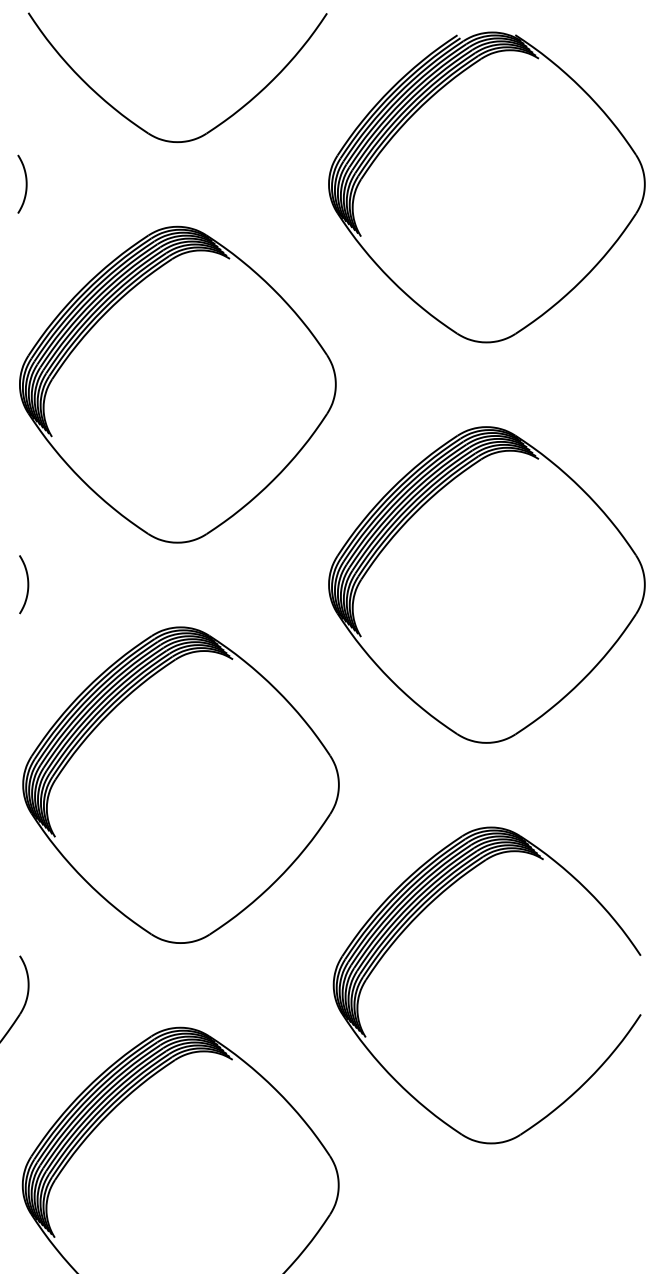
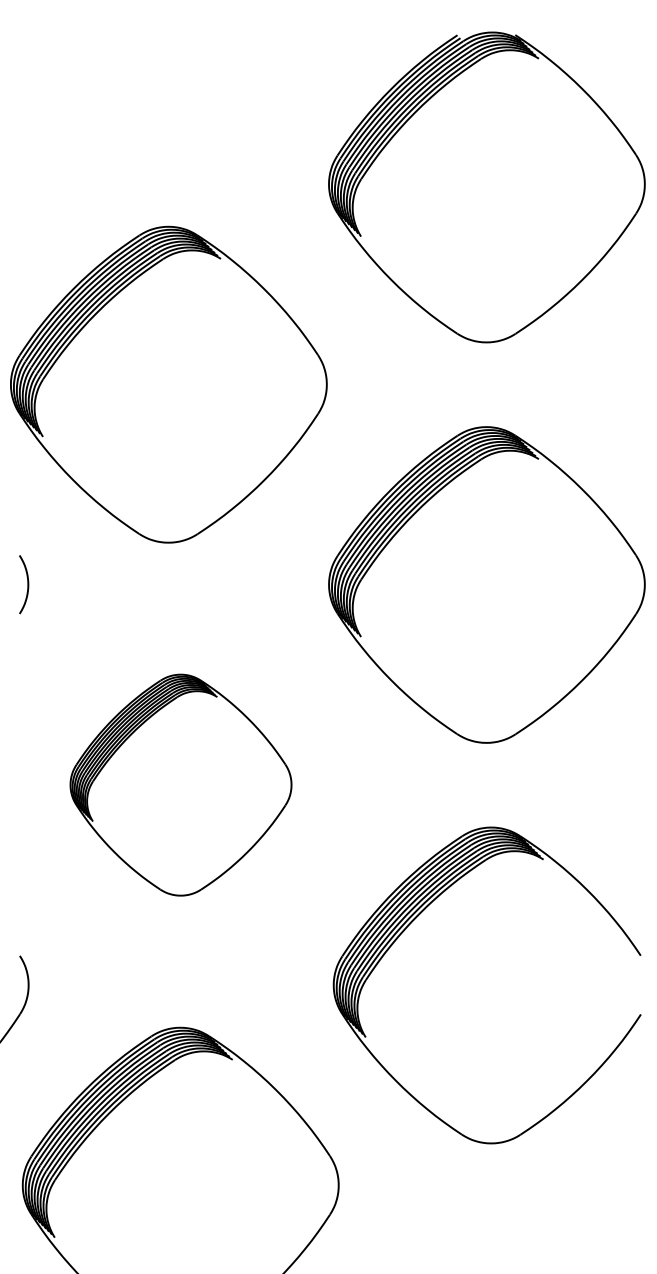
part at (144, 129): present -> none
curve at (25, 183): present -> none
part at (177, 384) position: (177, 384) -> (168, 384)
part at (180, 784) size: 318x318 px -> 224x224 px
